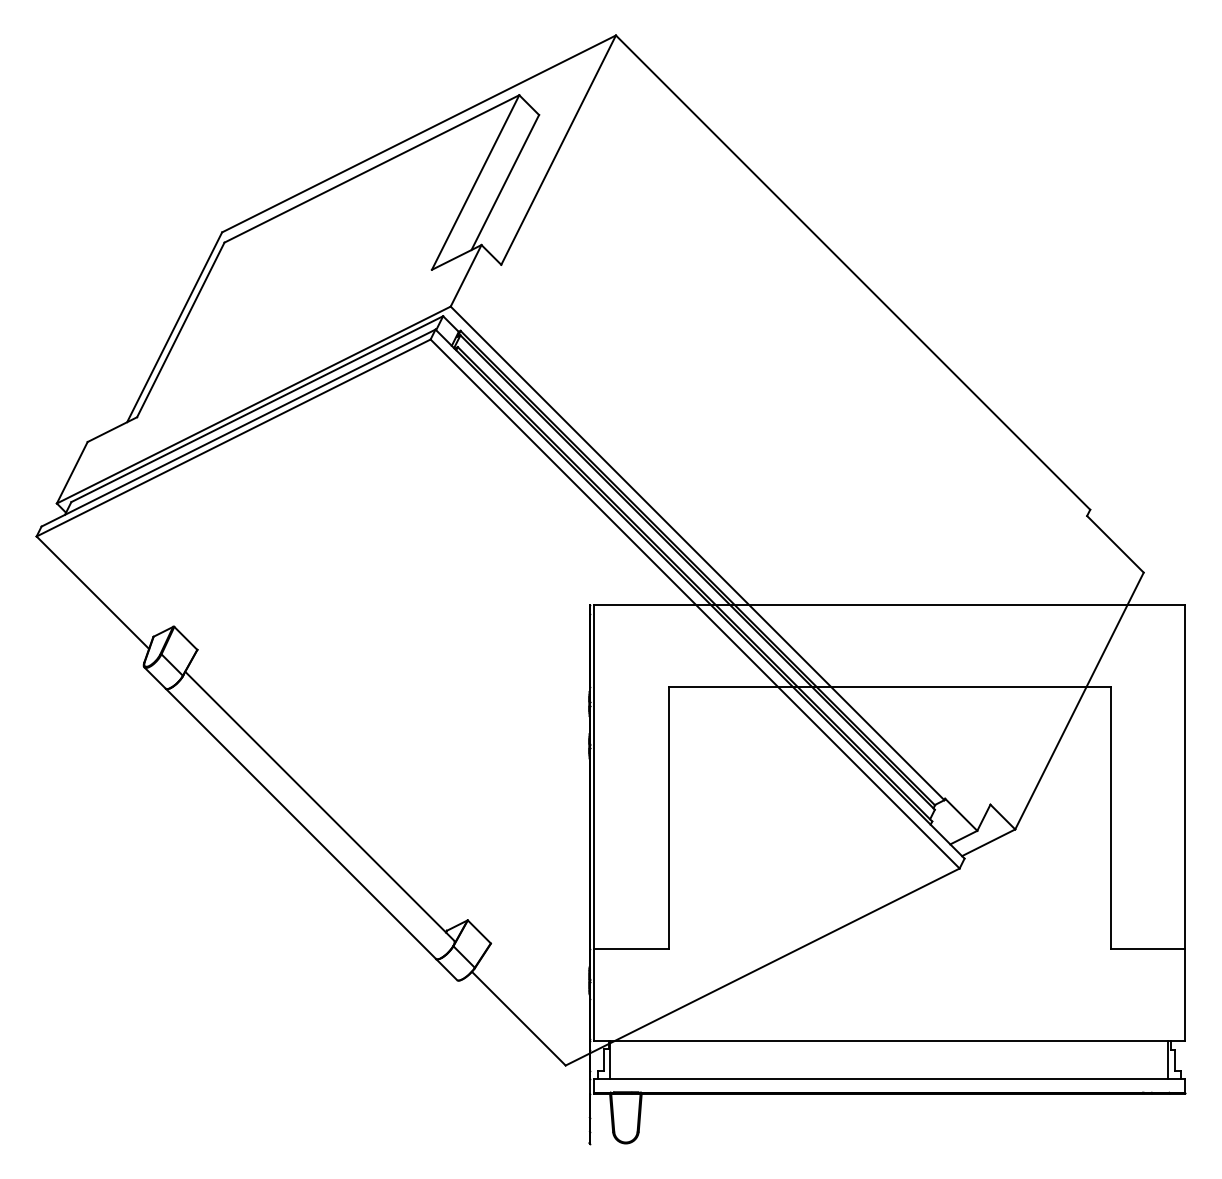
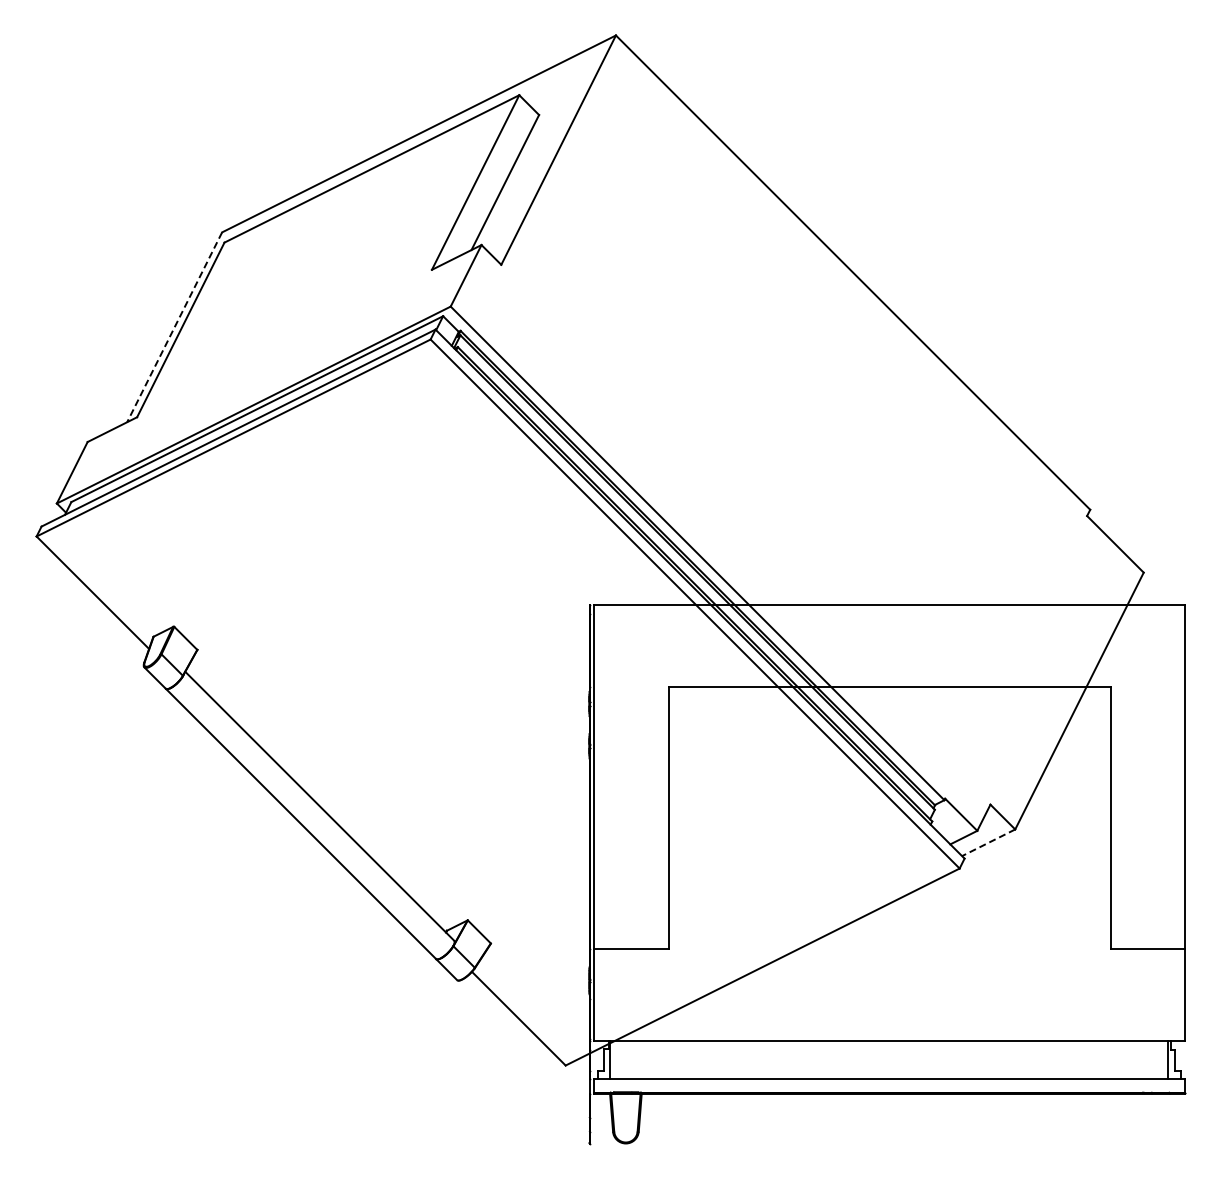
line at (174, 327): solid -> dashed
line at (988, 842): solid -> dashed
